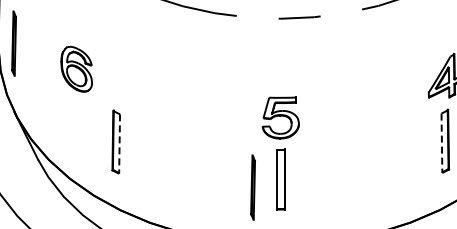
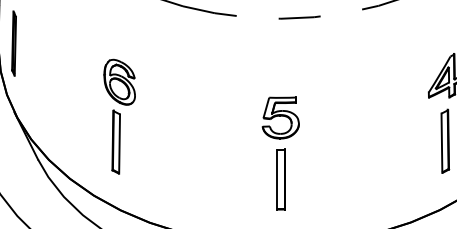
part at (76, 68) position: (76, 68) -> (119, 81)
line at (441, 143): dashed -> solid
line at (119, 144): dashed -> solid
part at (252, 187): present -> none
